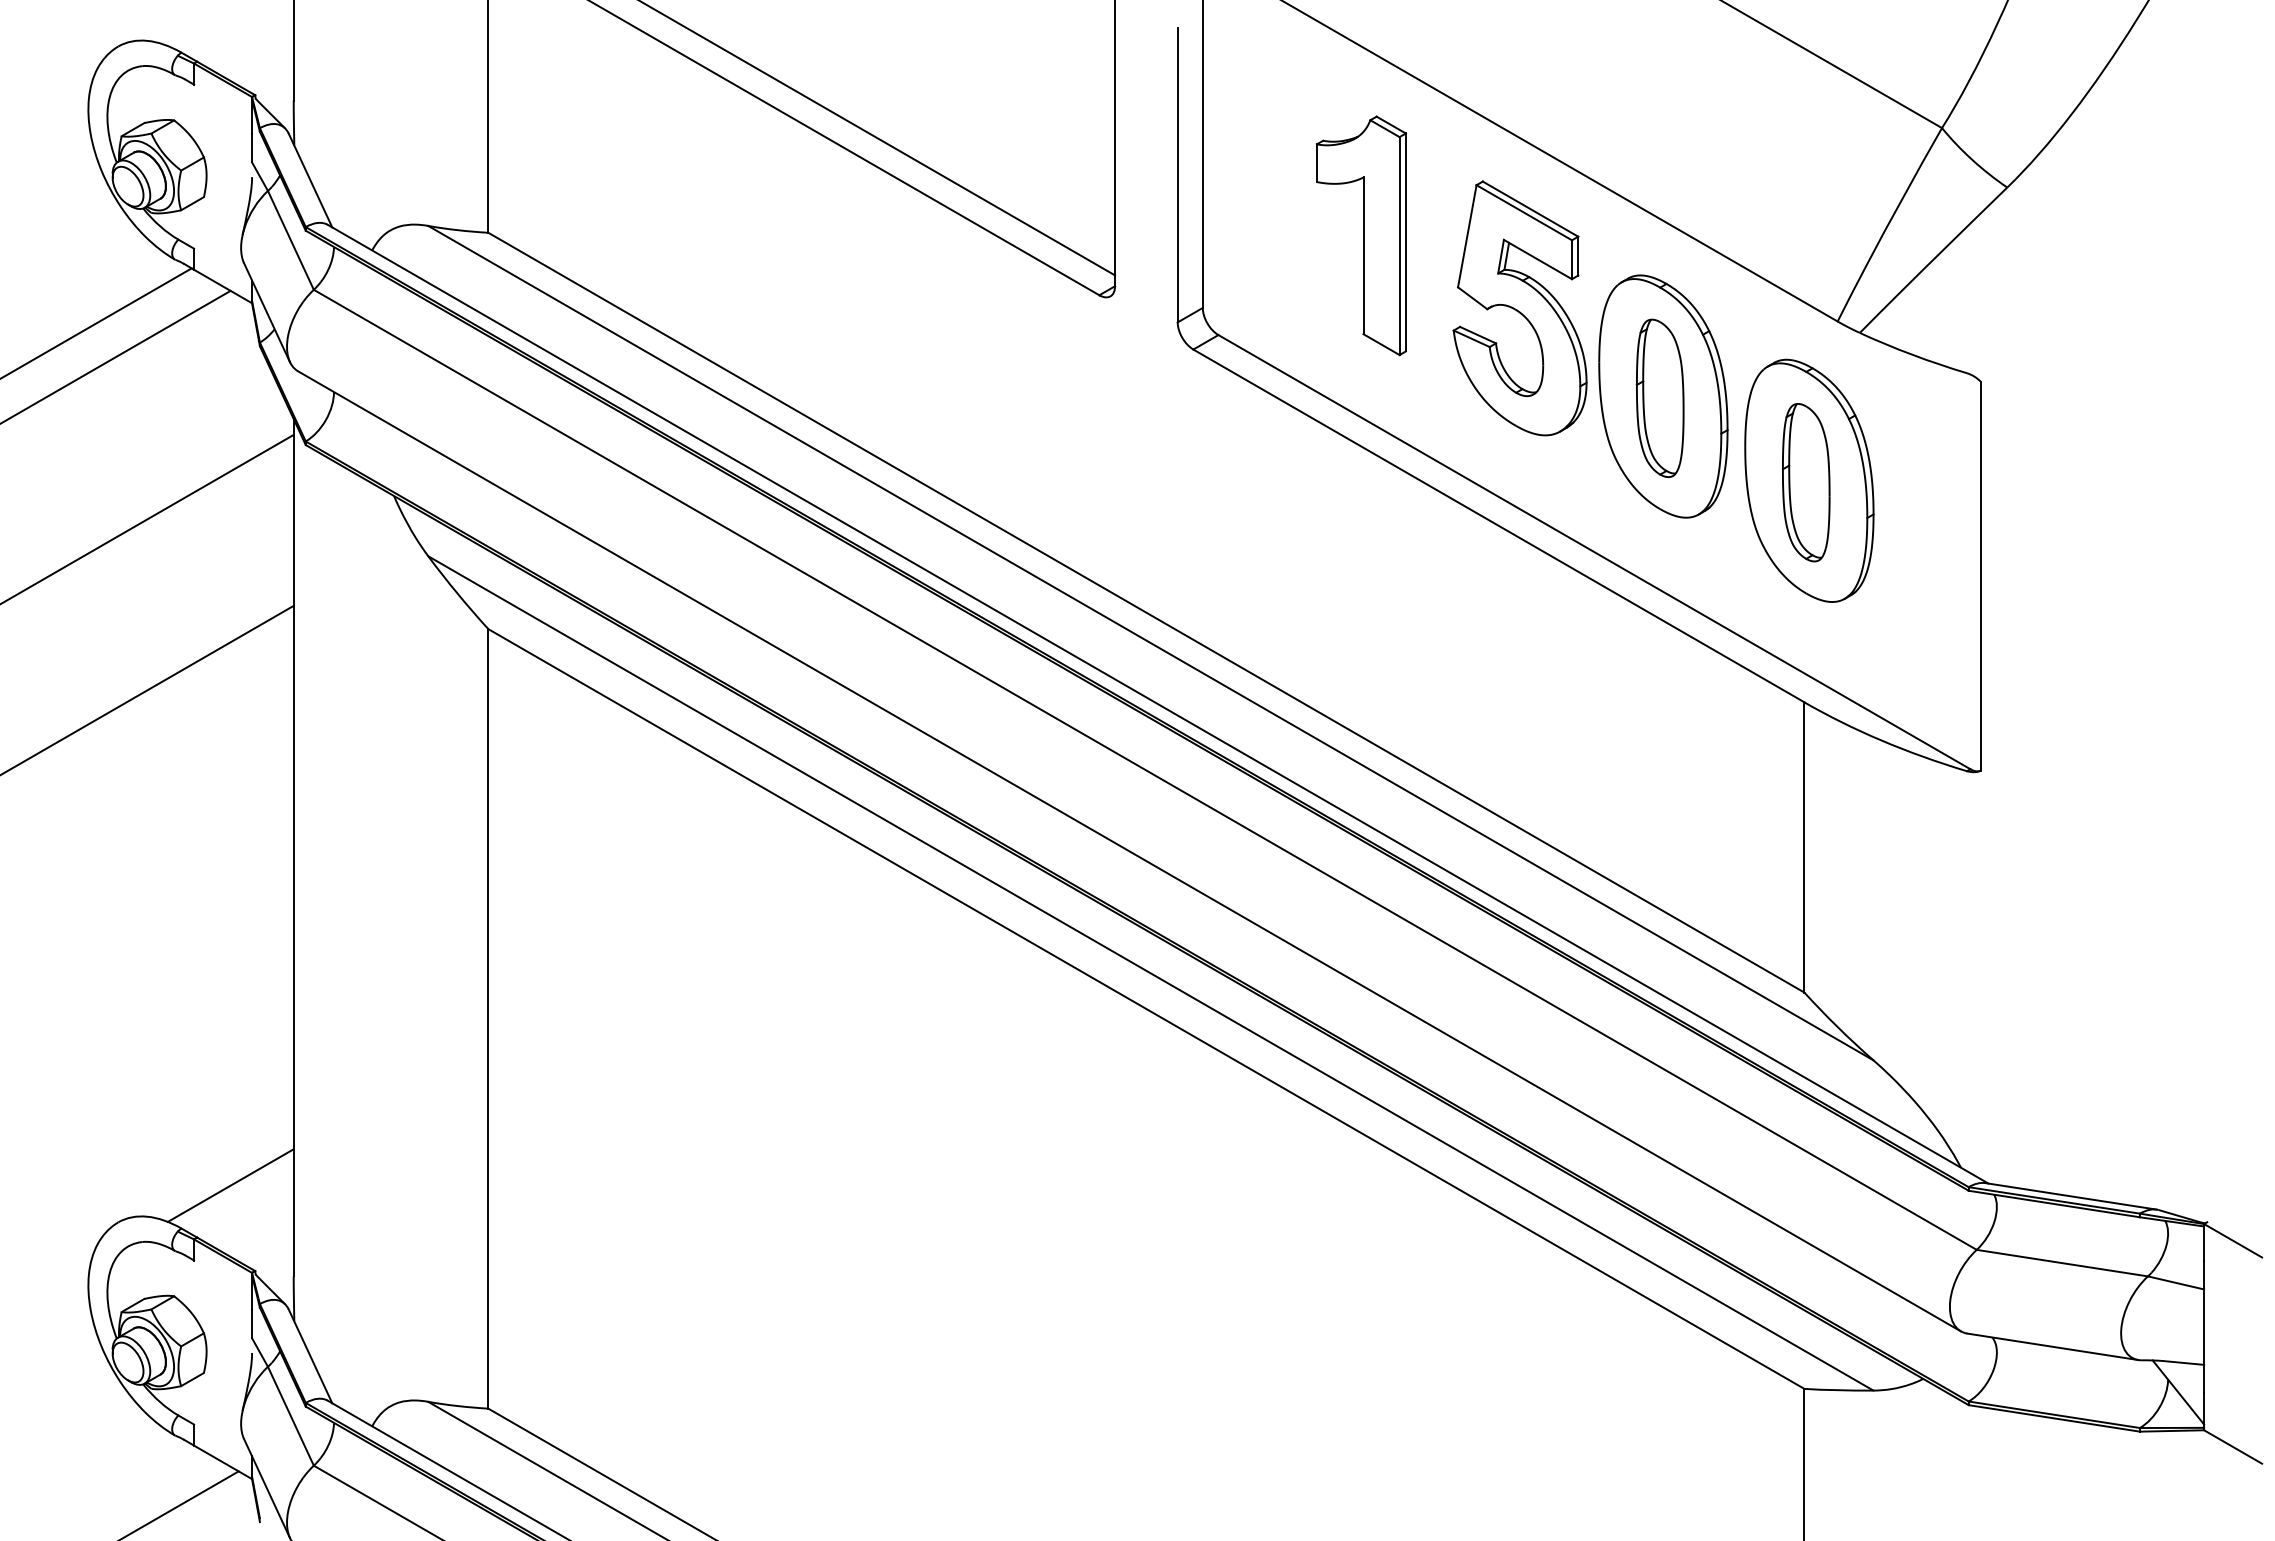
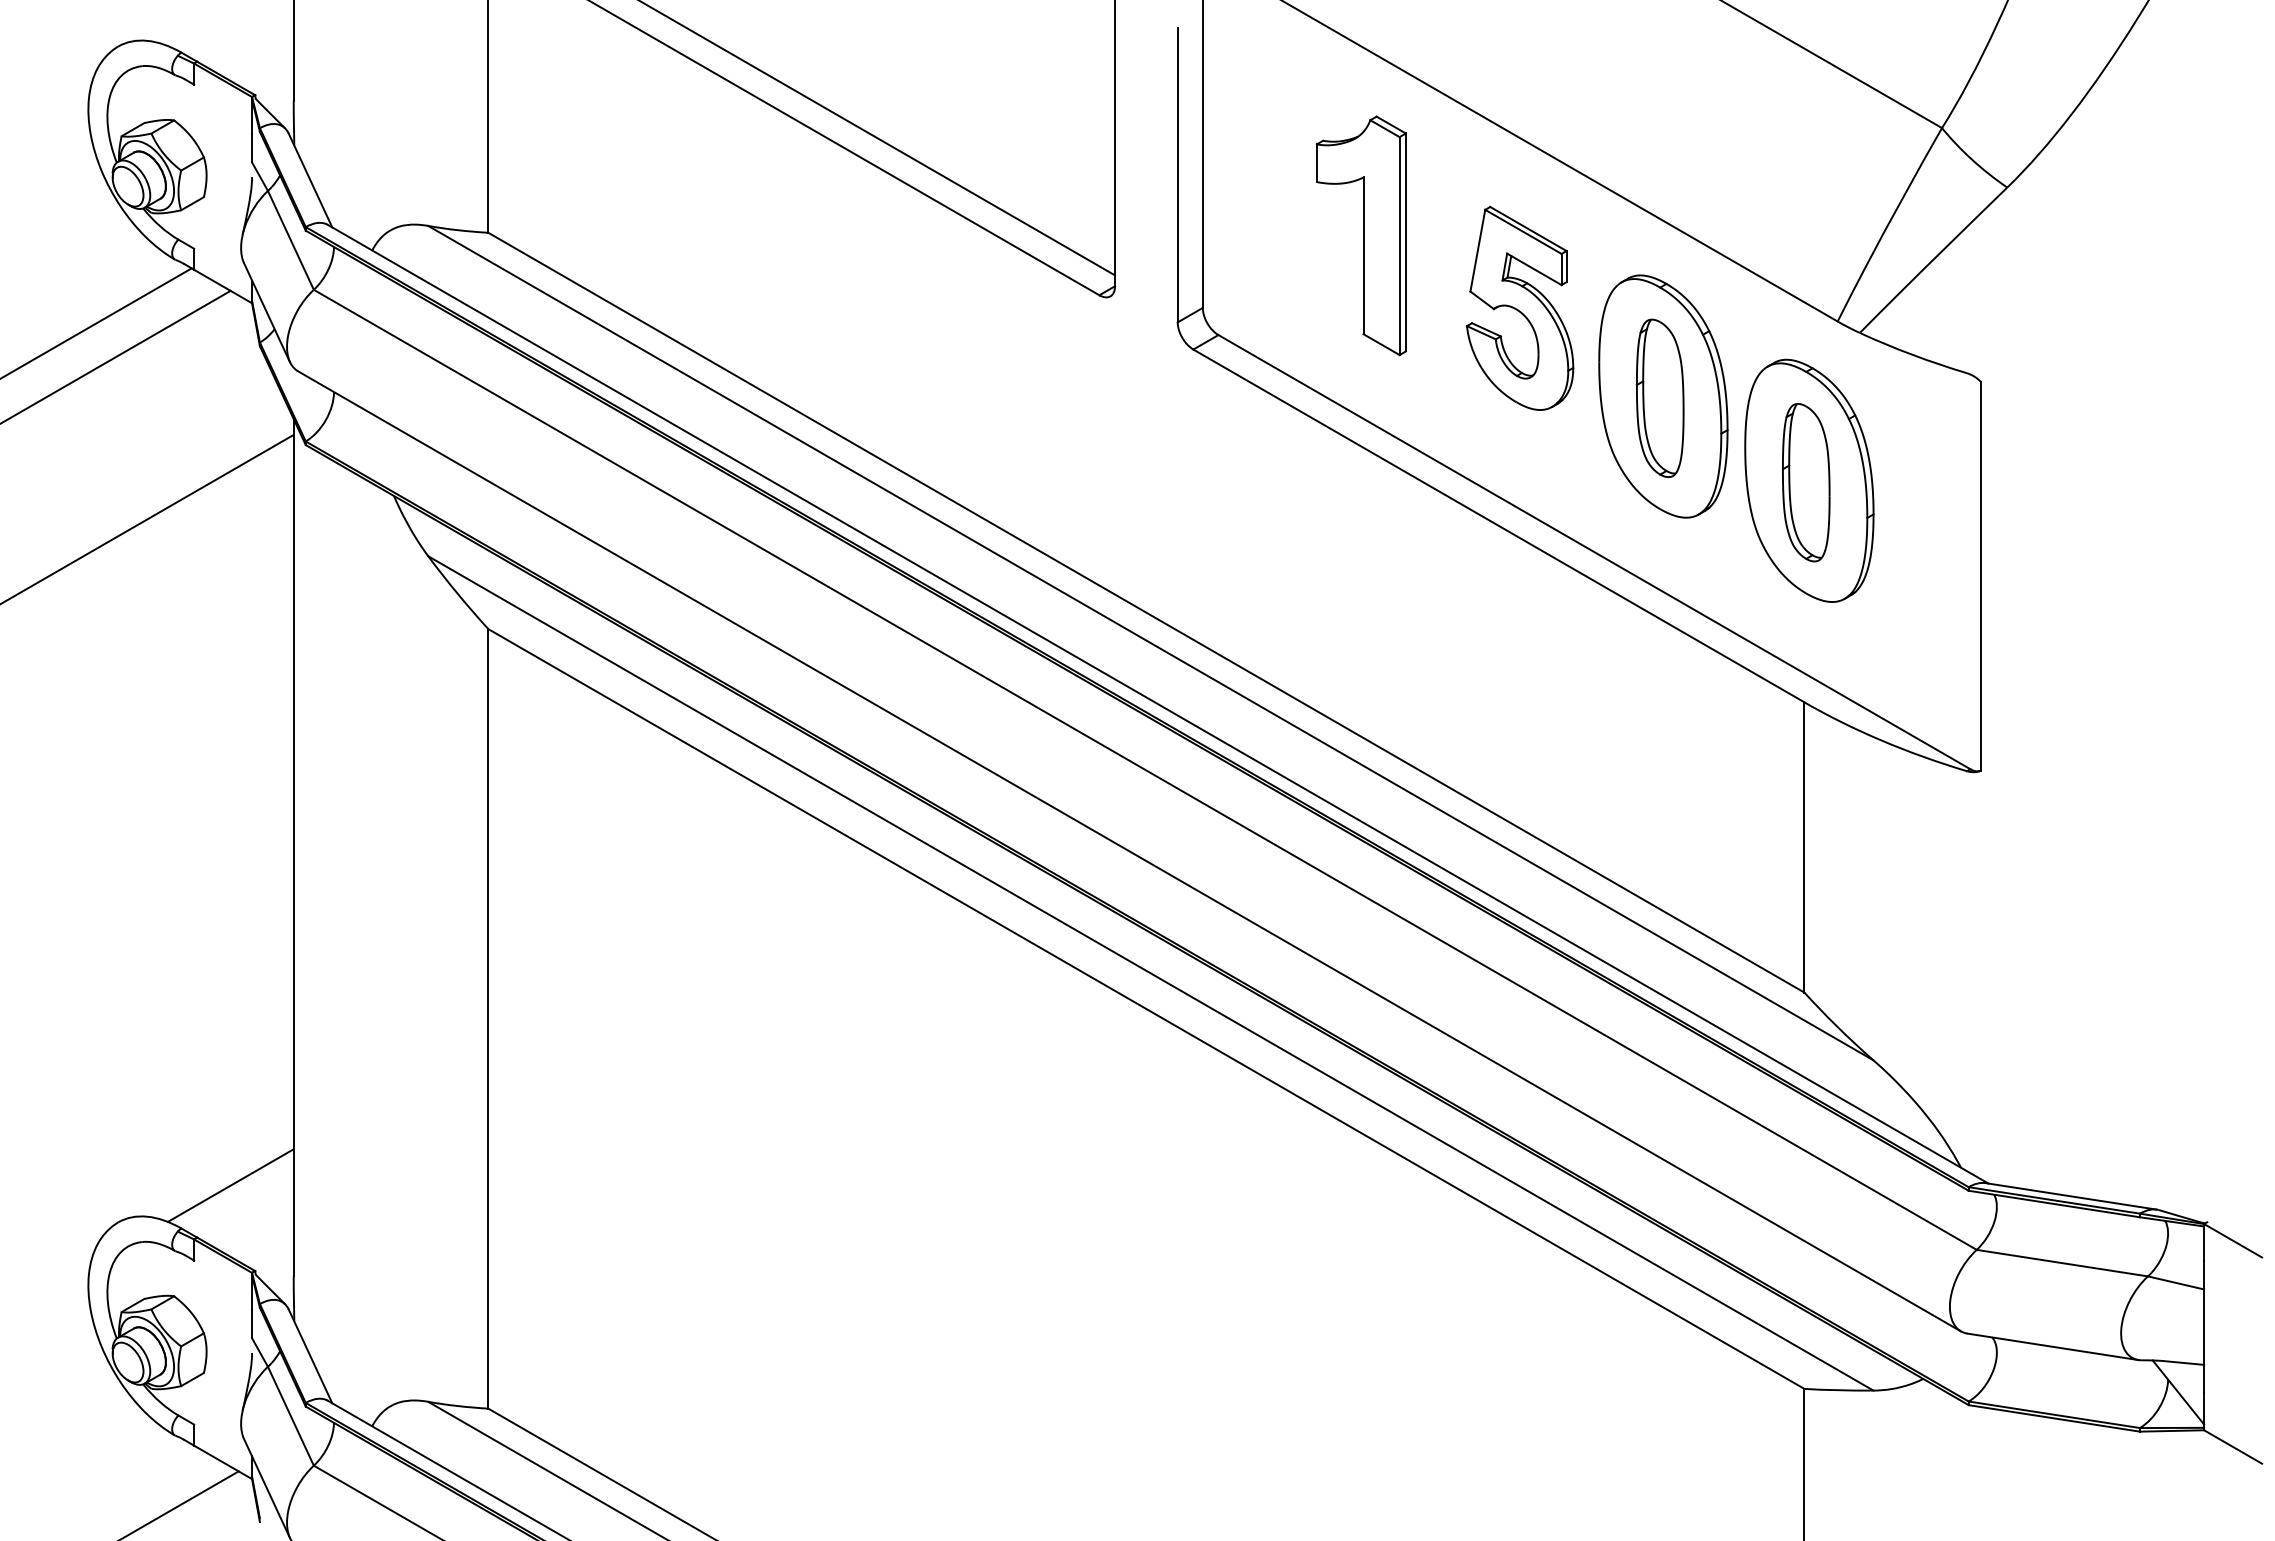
part at (1519, 308) size: 136x257 px -> 109x206 px
line at (147, 689): present -> none
